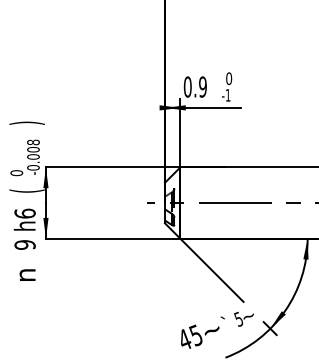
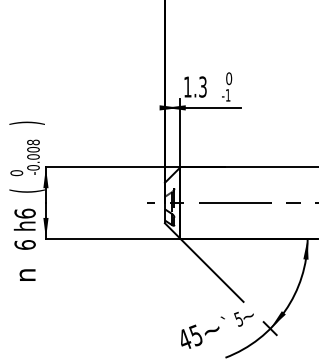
text at (194, 86): 0.9 -> 1.3
text at (24, 244): 9 -> 6
